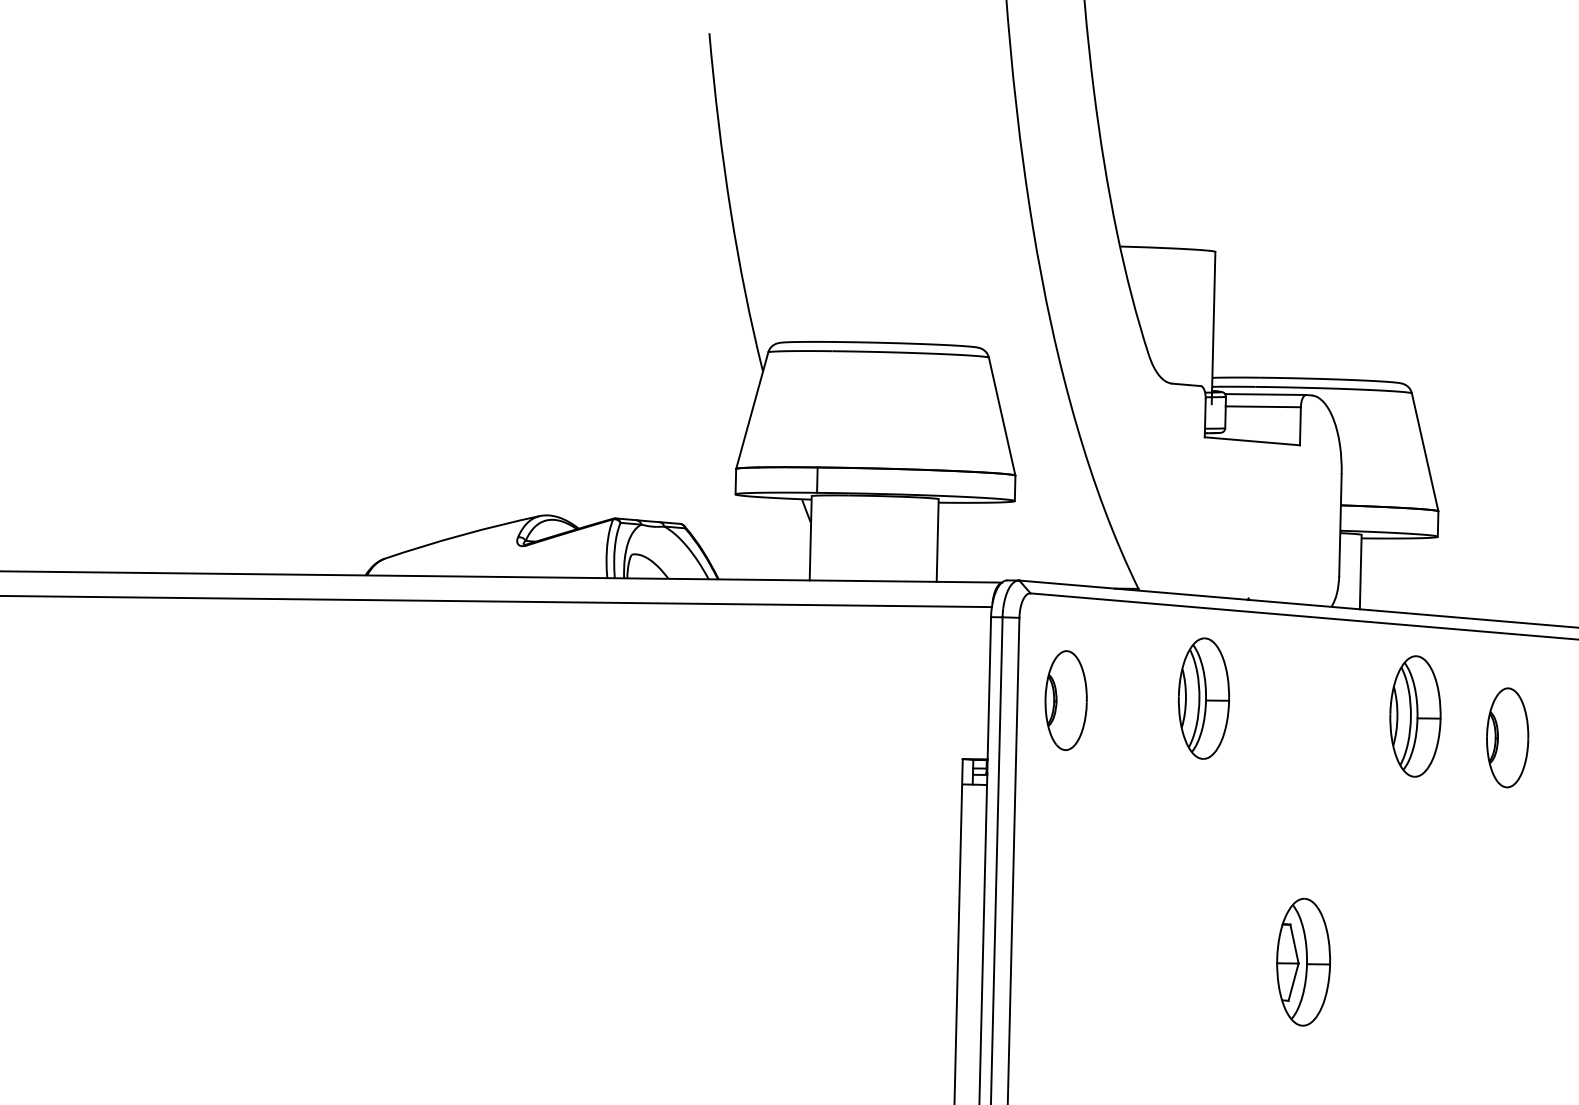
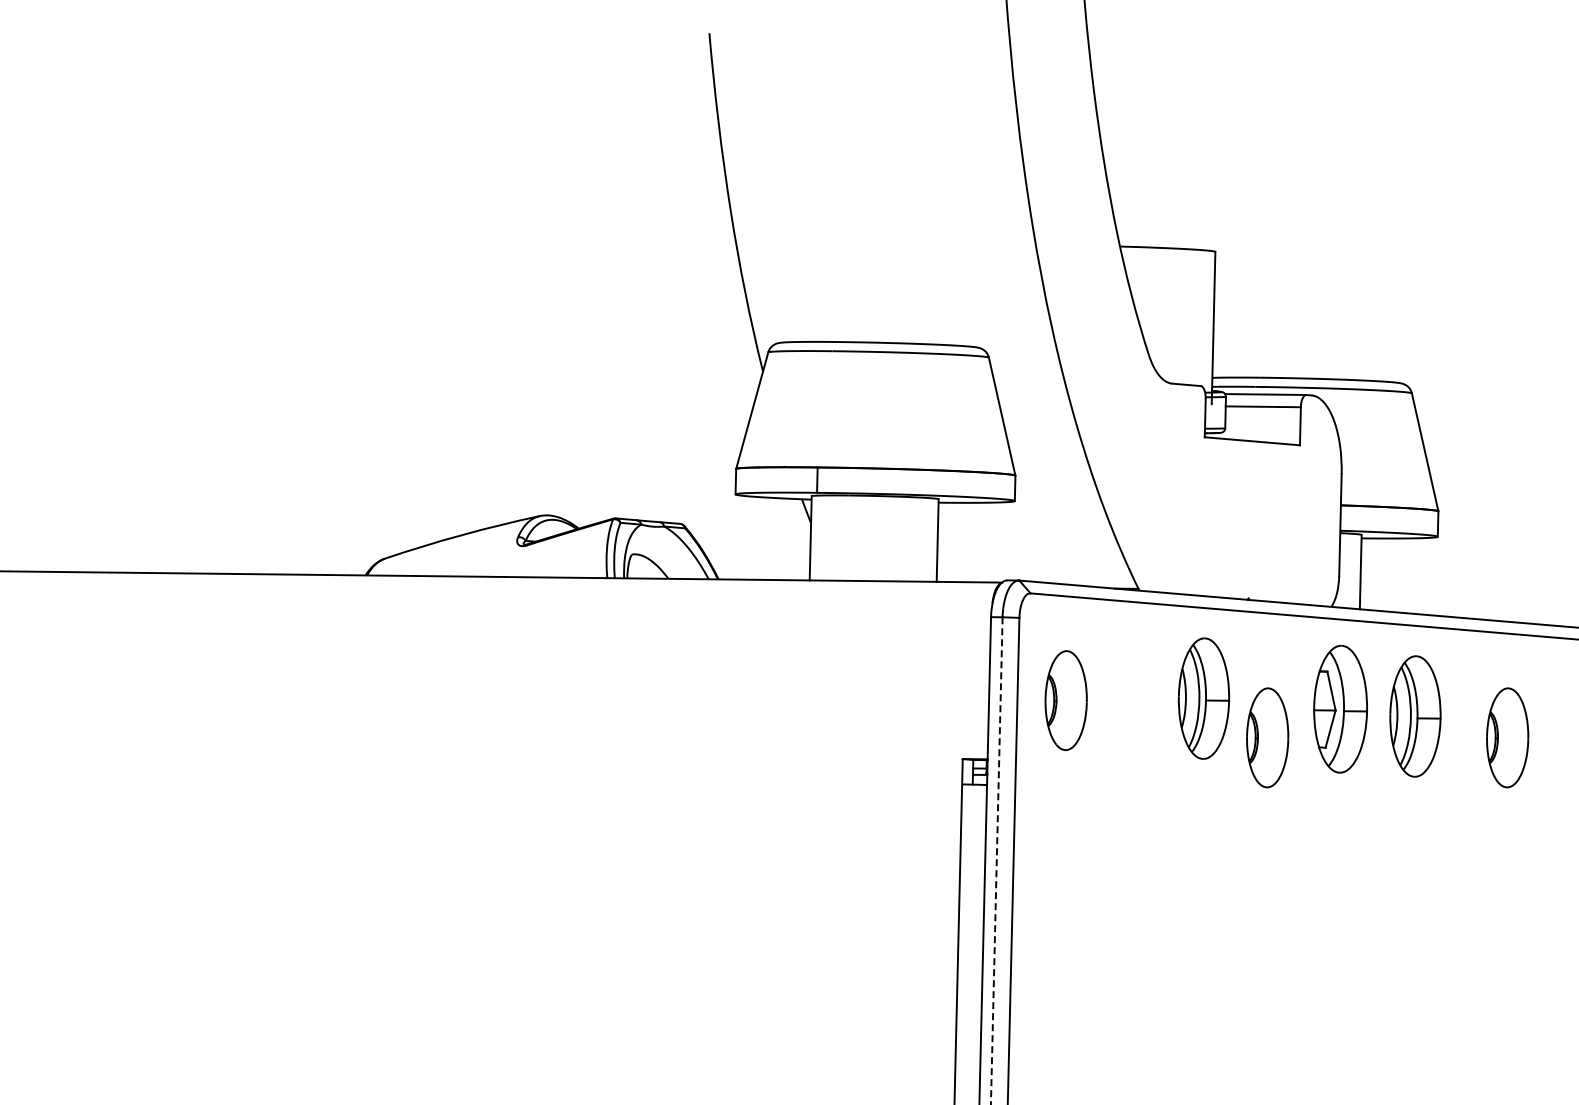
line at (496, 601): present -> none
part at (1267, 737): none -> present
line at (996, 861): solid -> dashed
part at (1303, 961) position: (1303, 961) -> (1340, 708)
